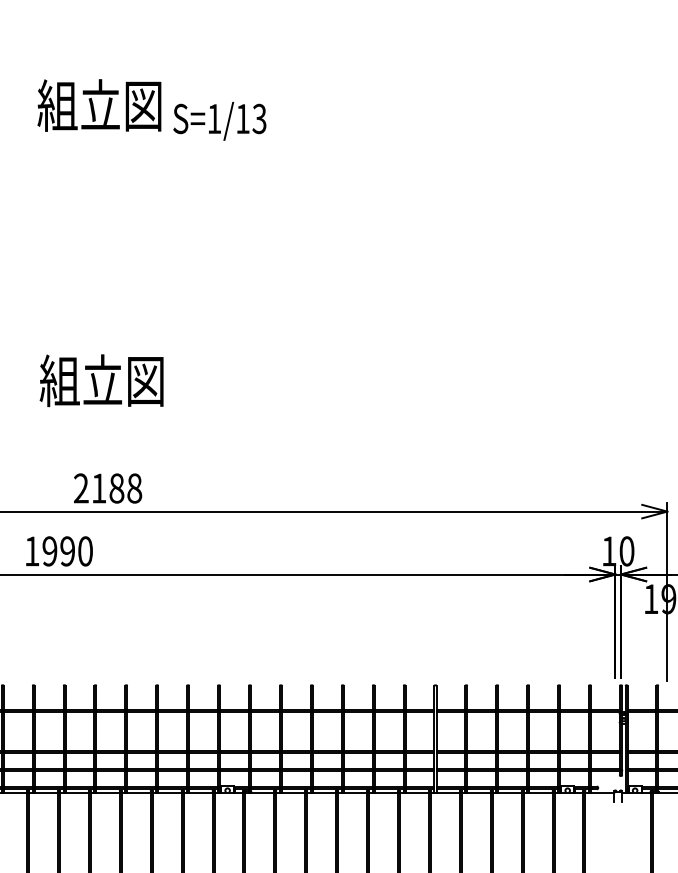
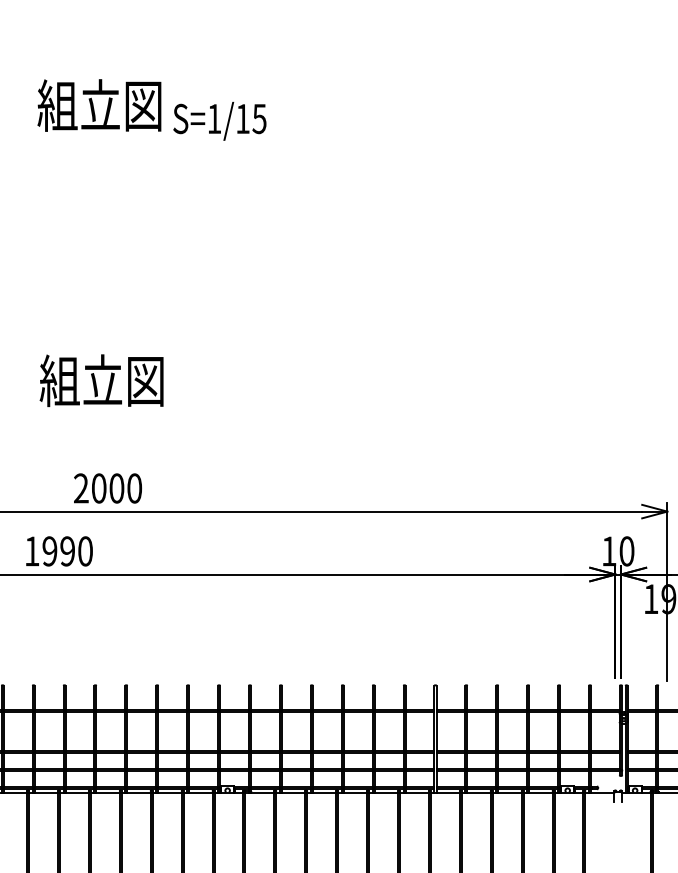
text at (259, 118): S=1/13 -> S=1/15
text at (117, 488): 2188 -> 2000
